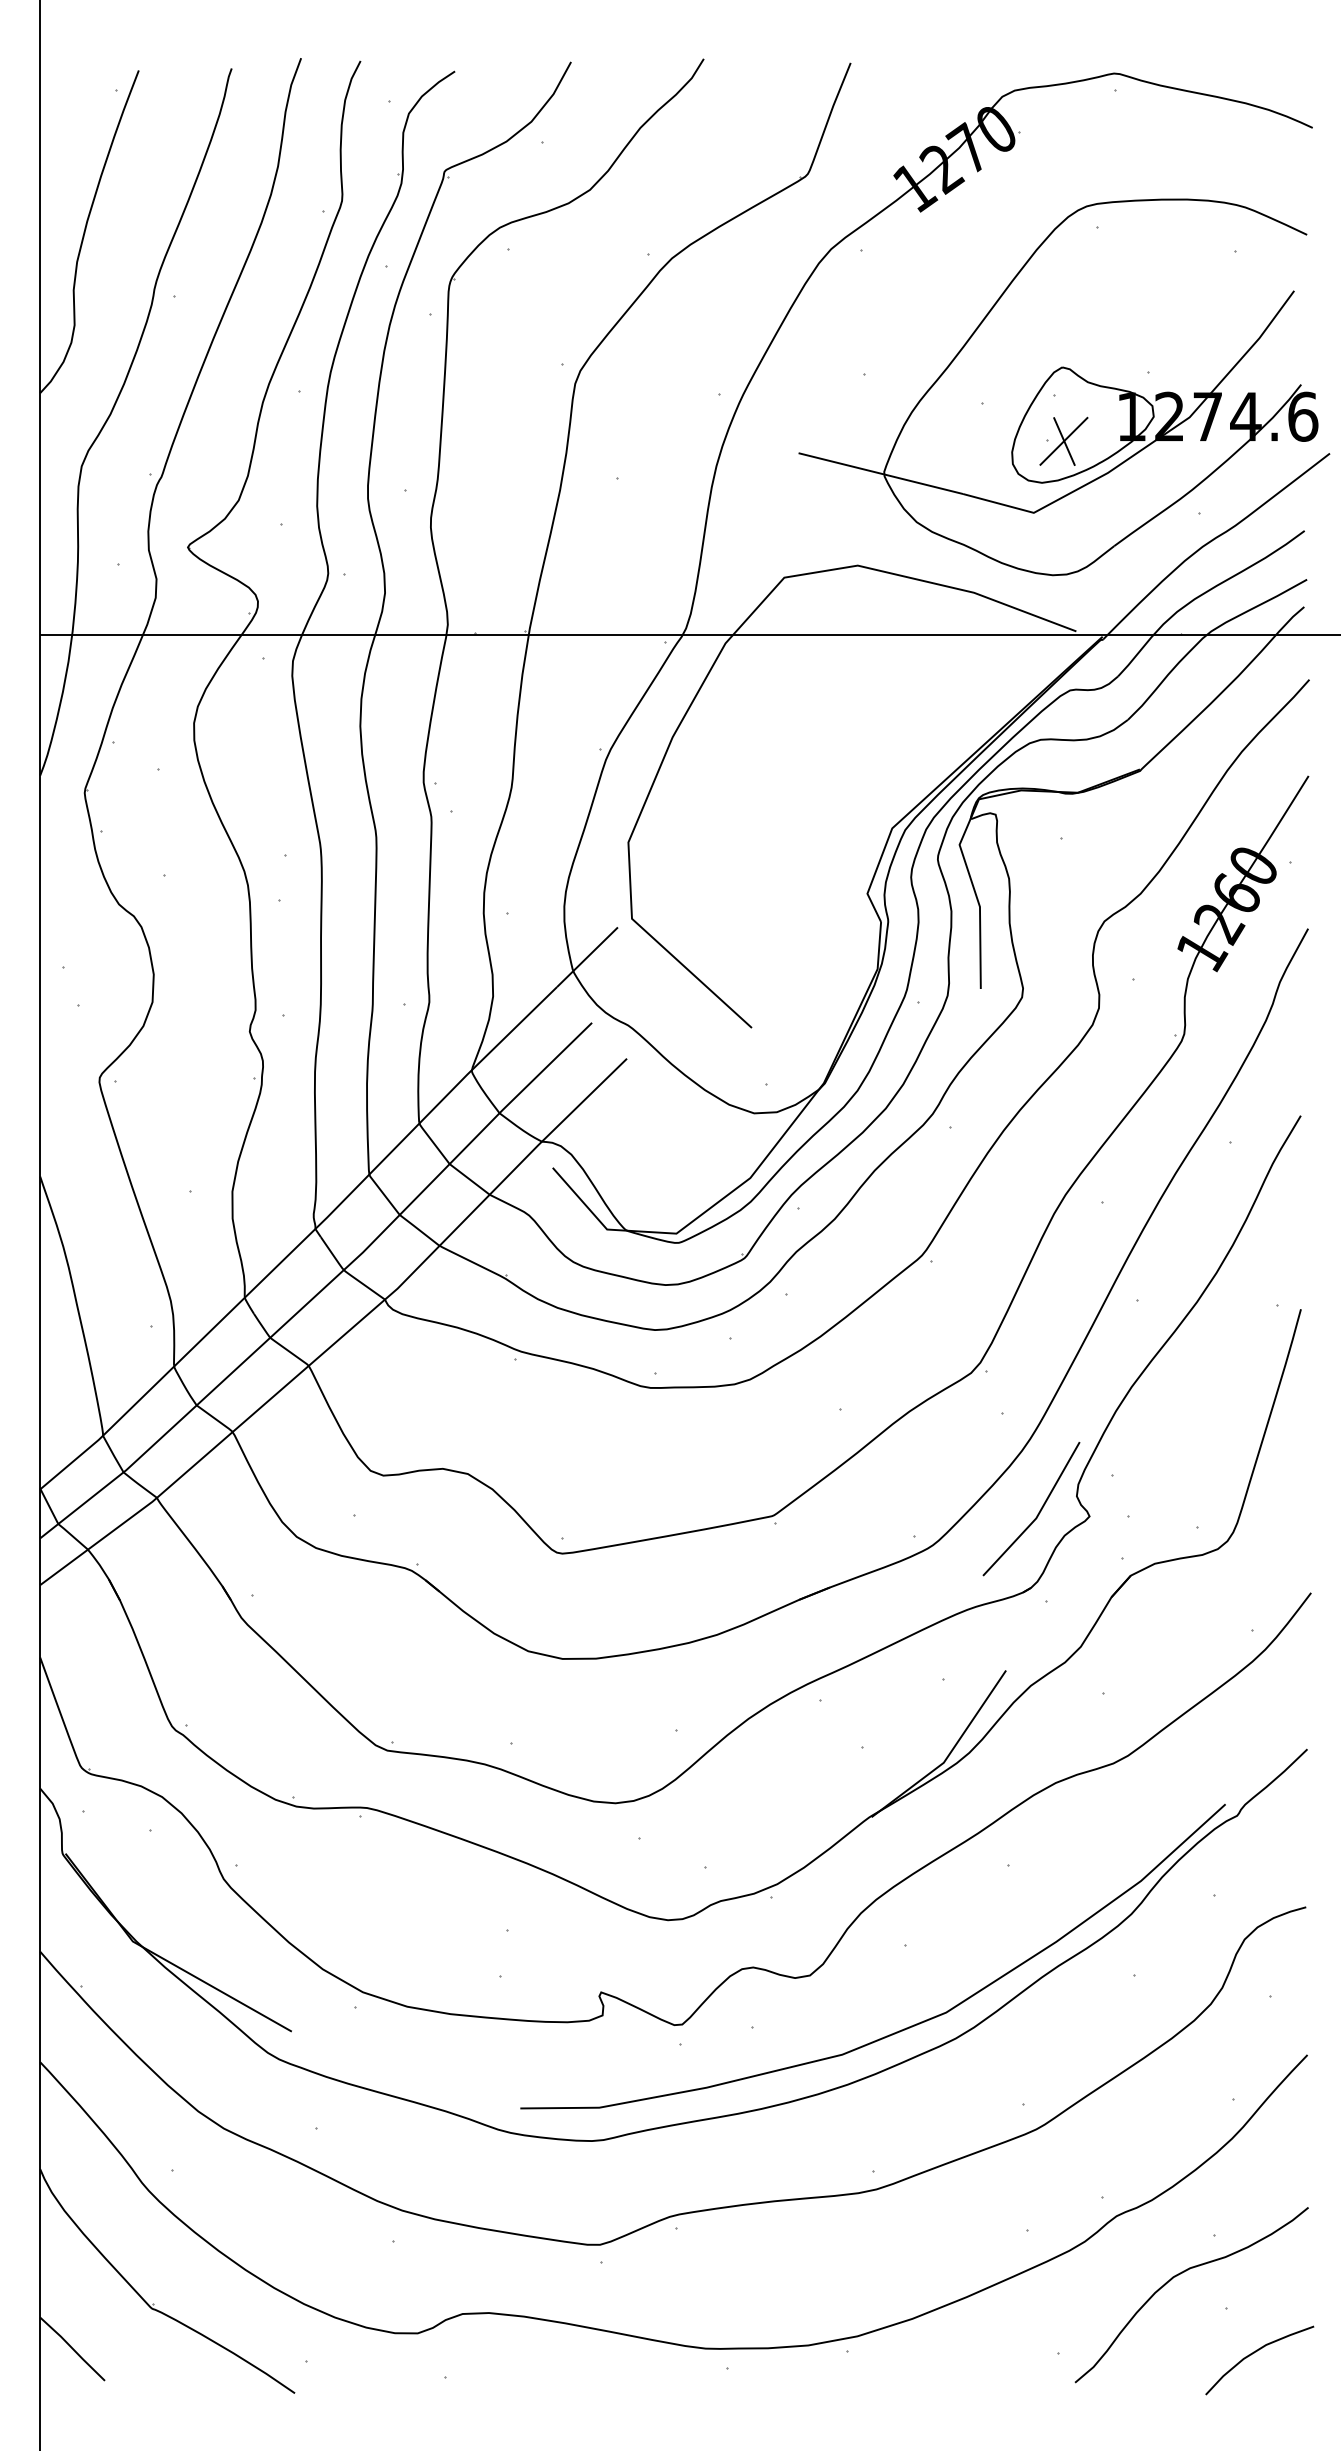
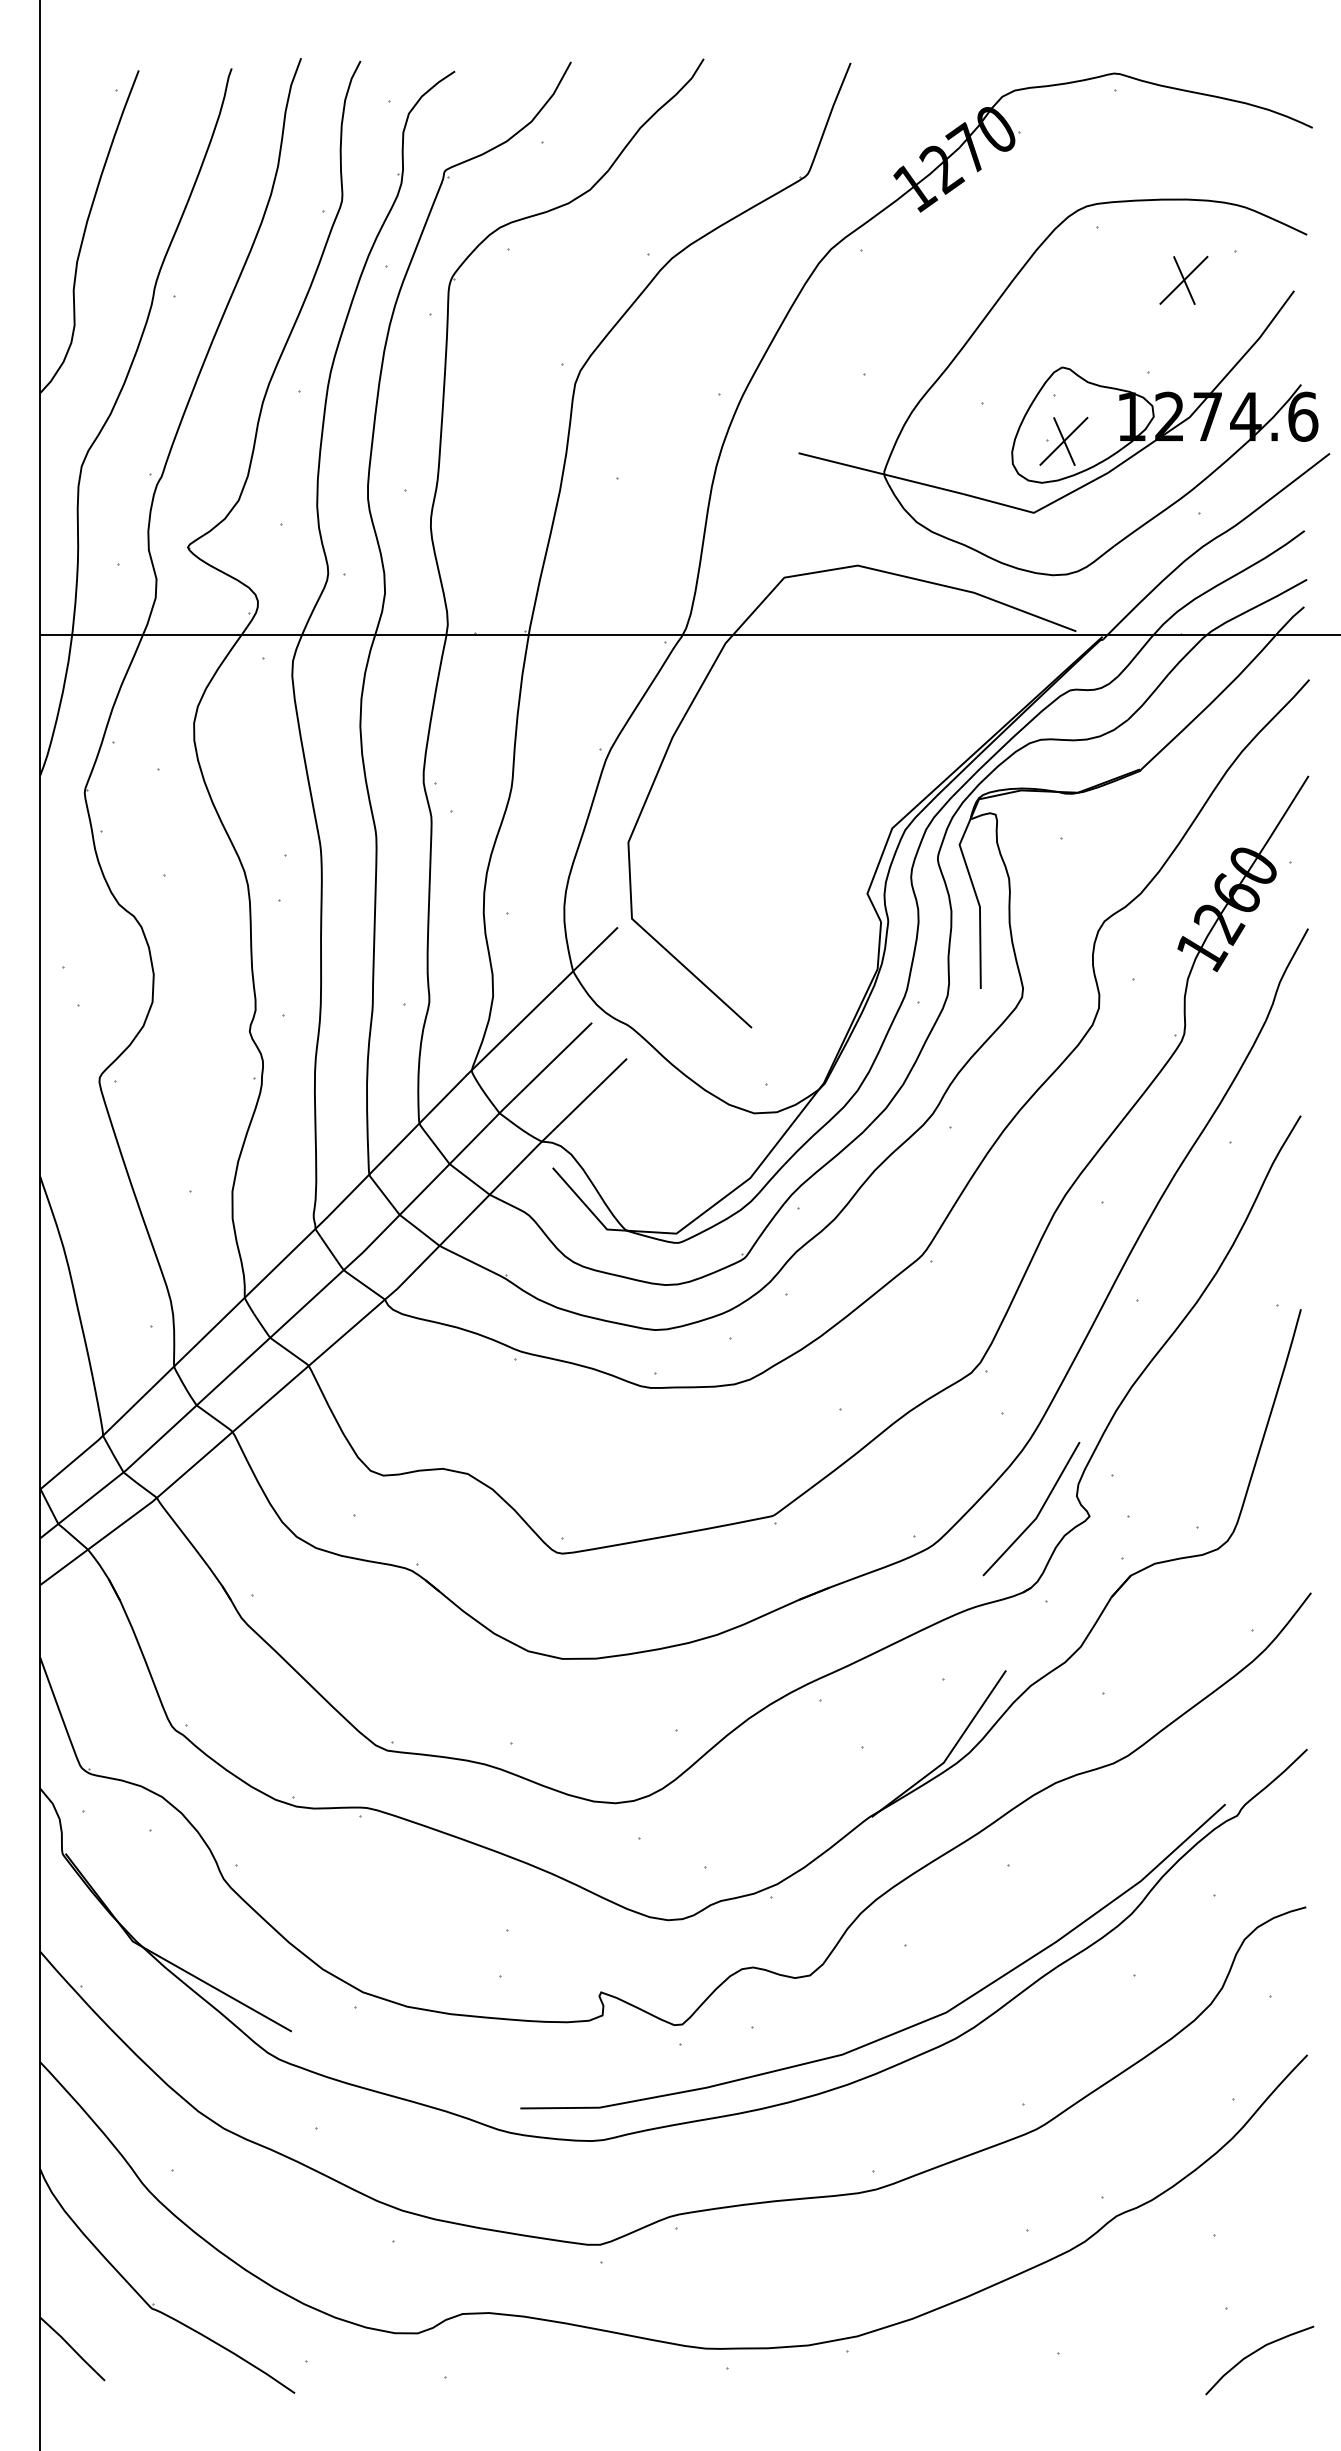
part at (1183, 279): none -> present
curve at (1177, 2276): present -> none
